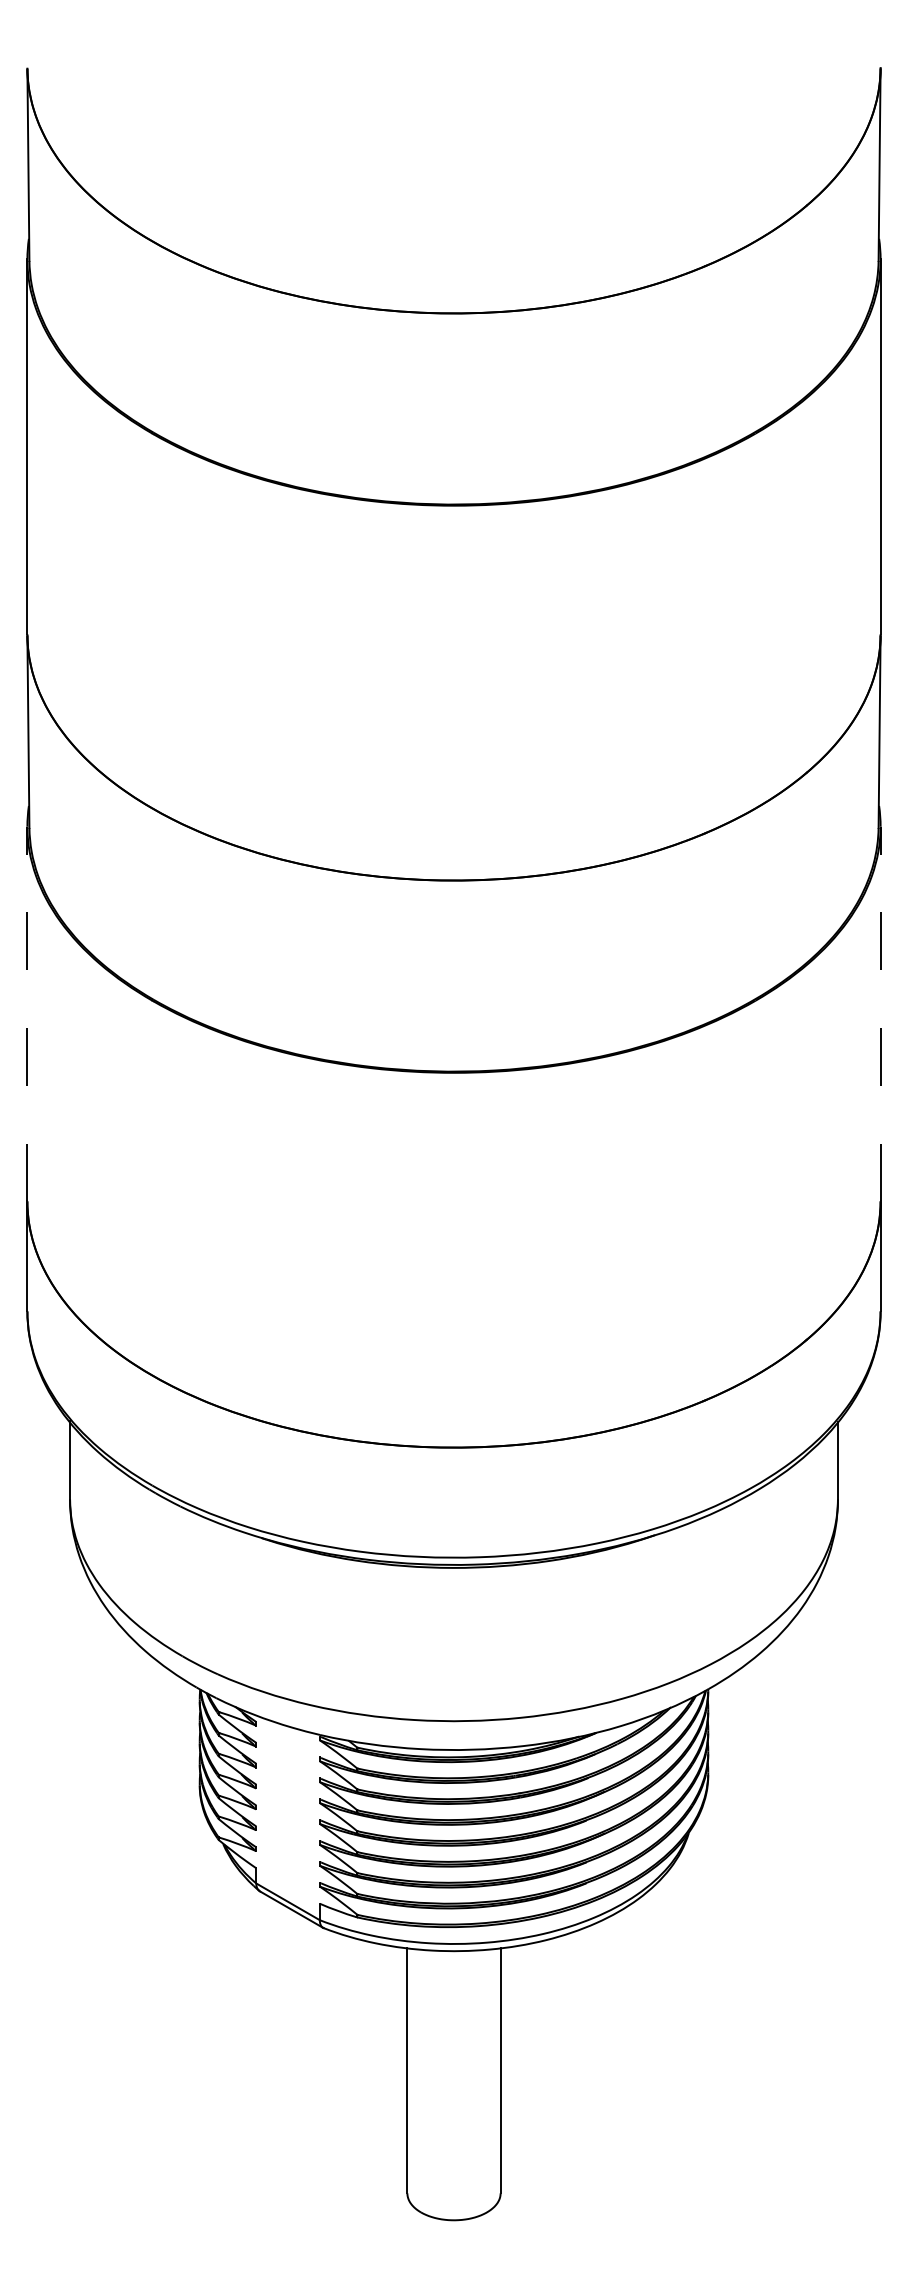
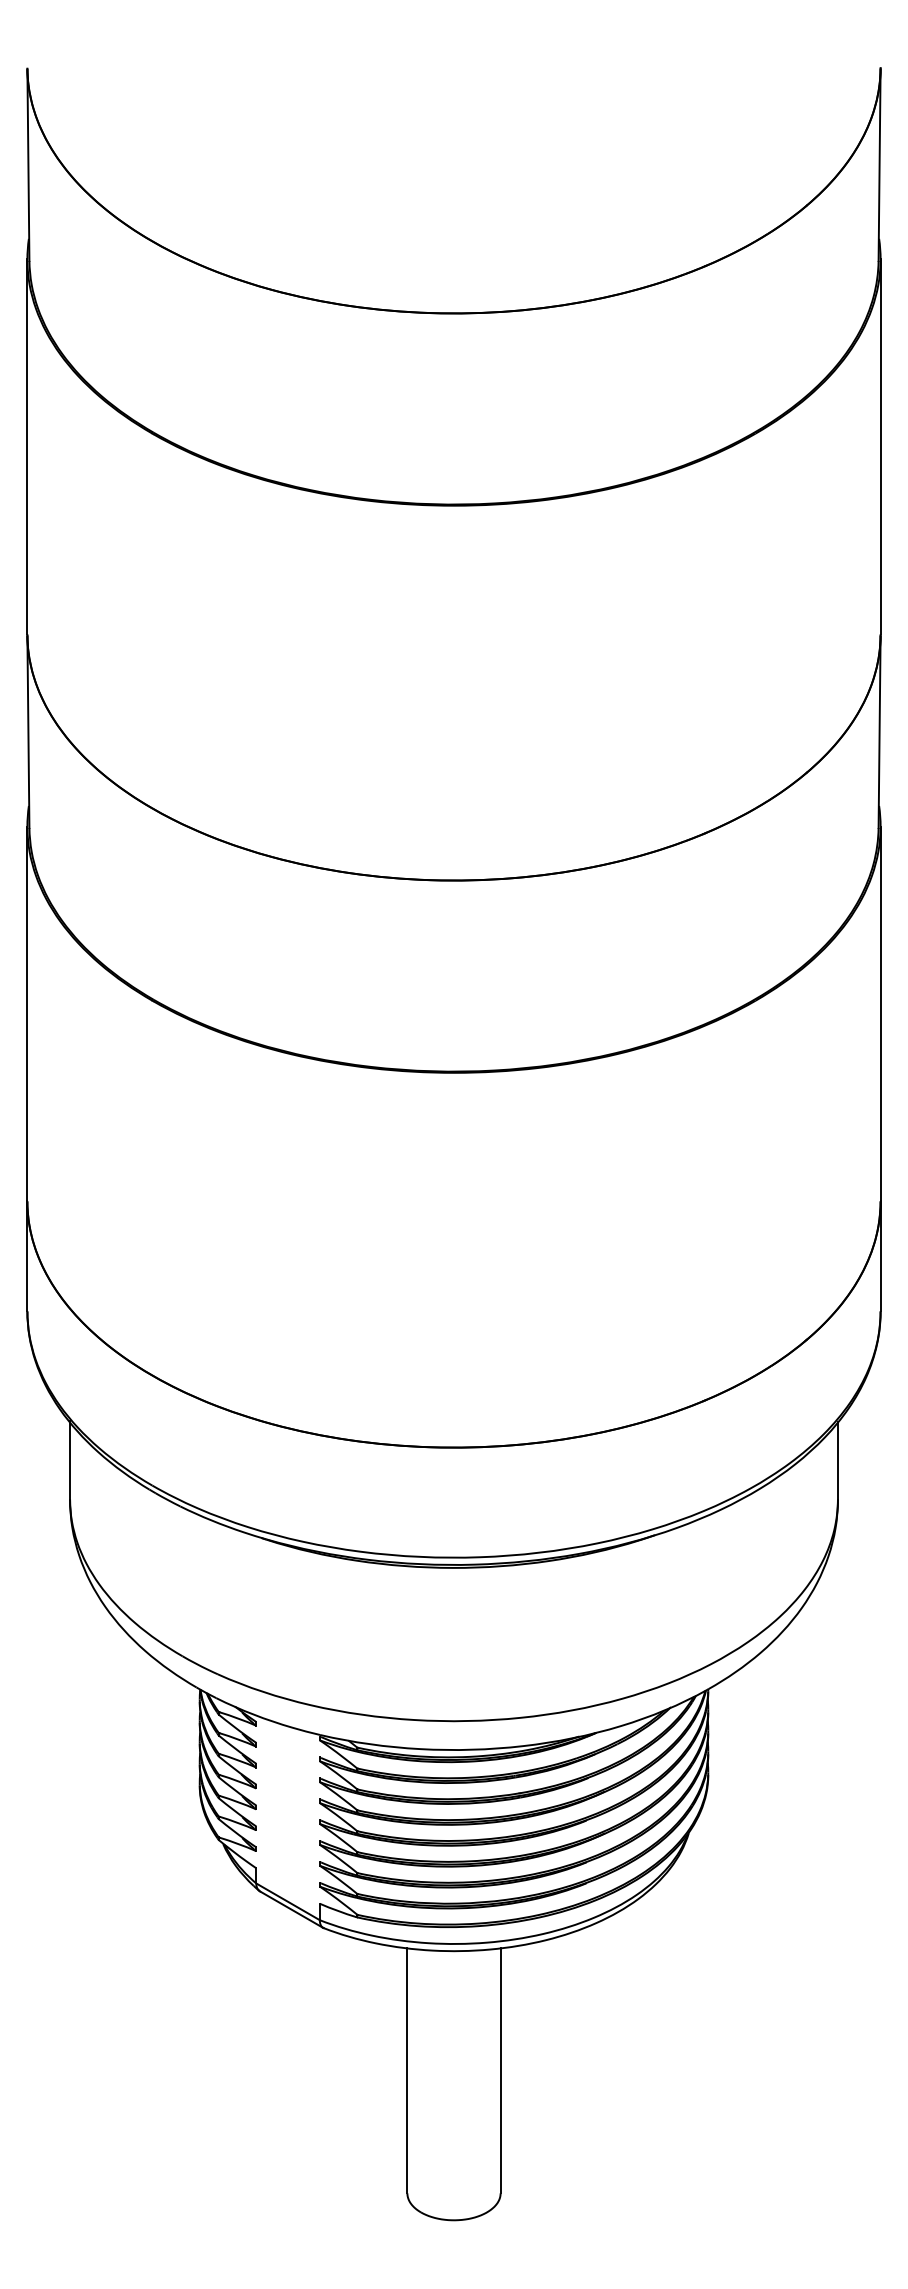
line at (27, 1013): dashed -> solid
line at (880, 1013): dashed -> solid
